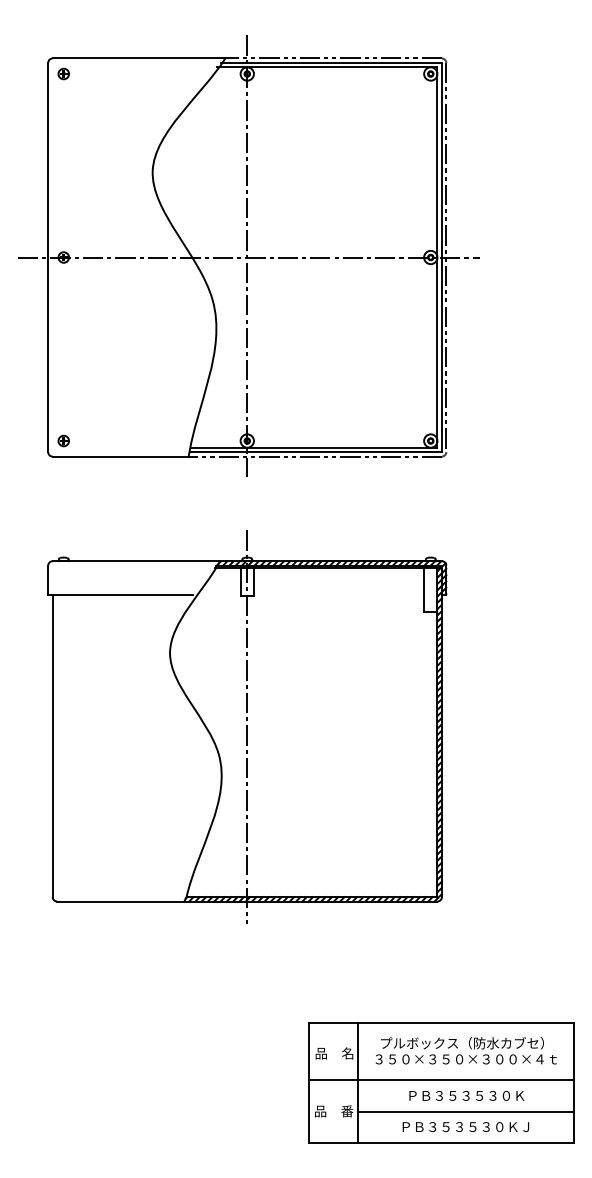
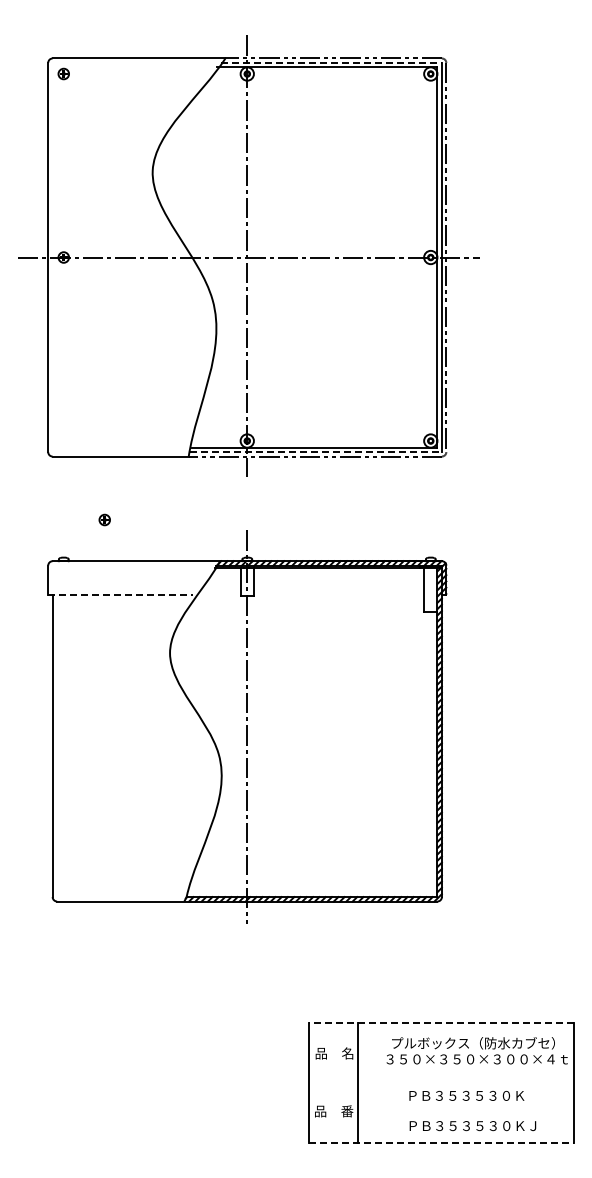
line at (331, 62): solid -> dashed
part at (63, 440) position: (63, 440) -> (104, 519)
line at (316, 452): solid -> dashed
line at (121, 594): solid -> dashed
line at (441, 1022): solid -> dashed
text at (465, 1050) position: (465, 1050) -> (476, 1050)
line at (441, 1080): present -> none
line at (466, 1111): present -> none
text at (465, 1127) position: (465, 1127) -> (472, 1126)
line at (442, 1142): solid -> dashed
